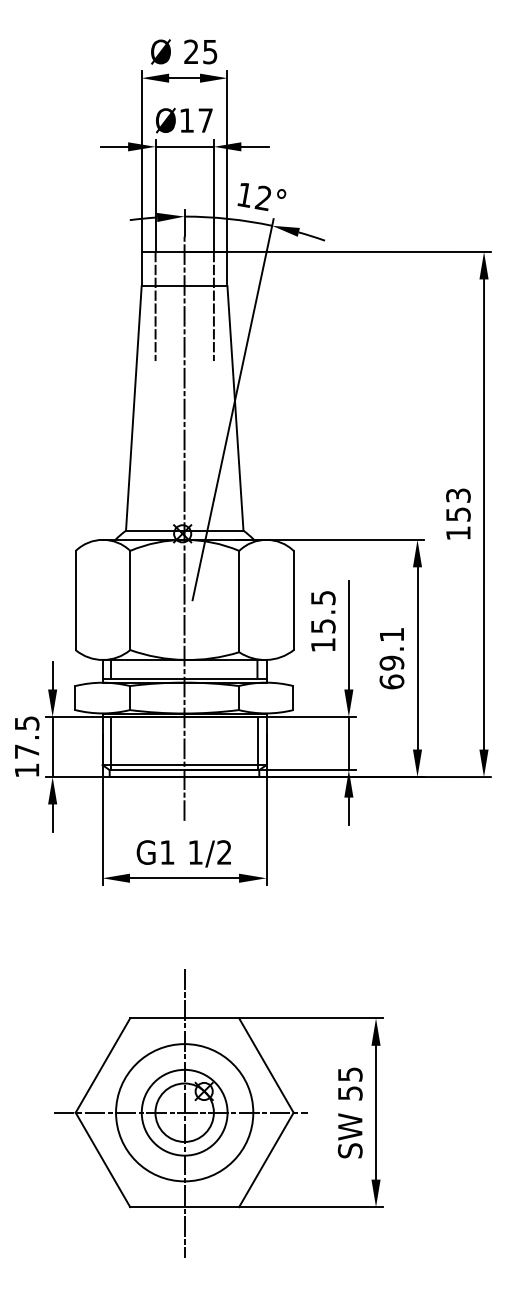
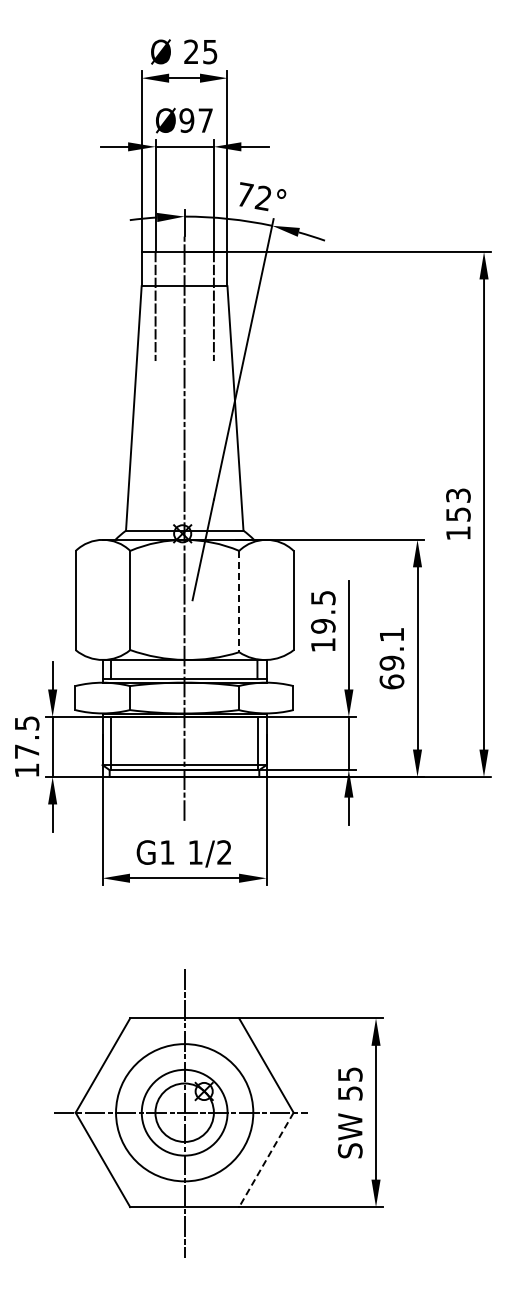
text at (186, 120): Ø17 -> Ø97
text at (245, 194): 12° -> 72°
line at (239, 601): solid -> dashed
text at (323, 626): 15.5 -> 19.5
line at (266, 1160): solid -> dashed
